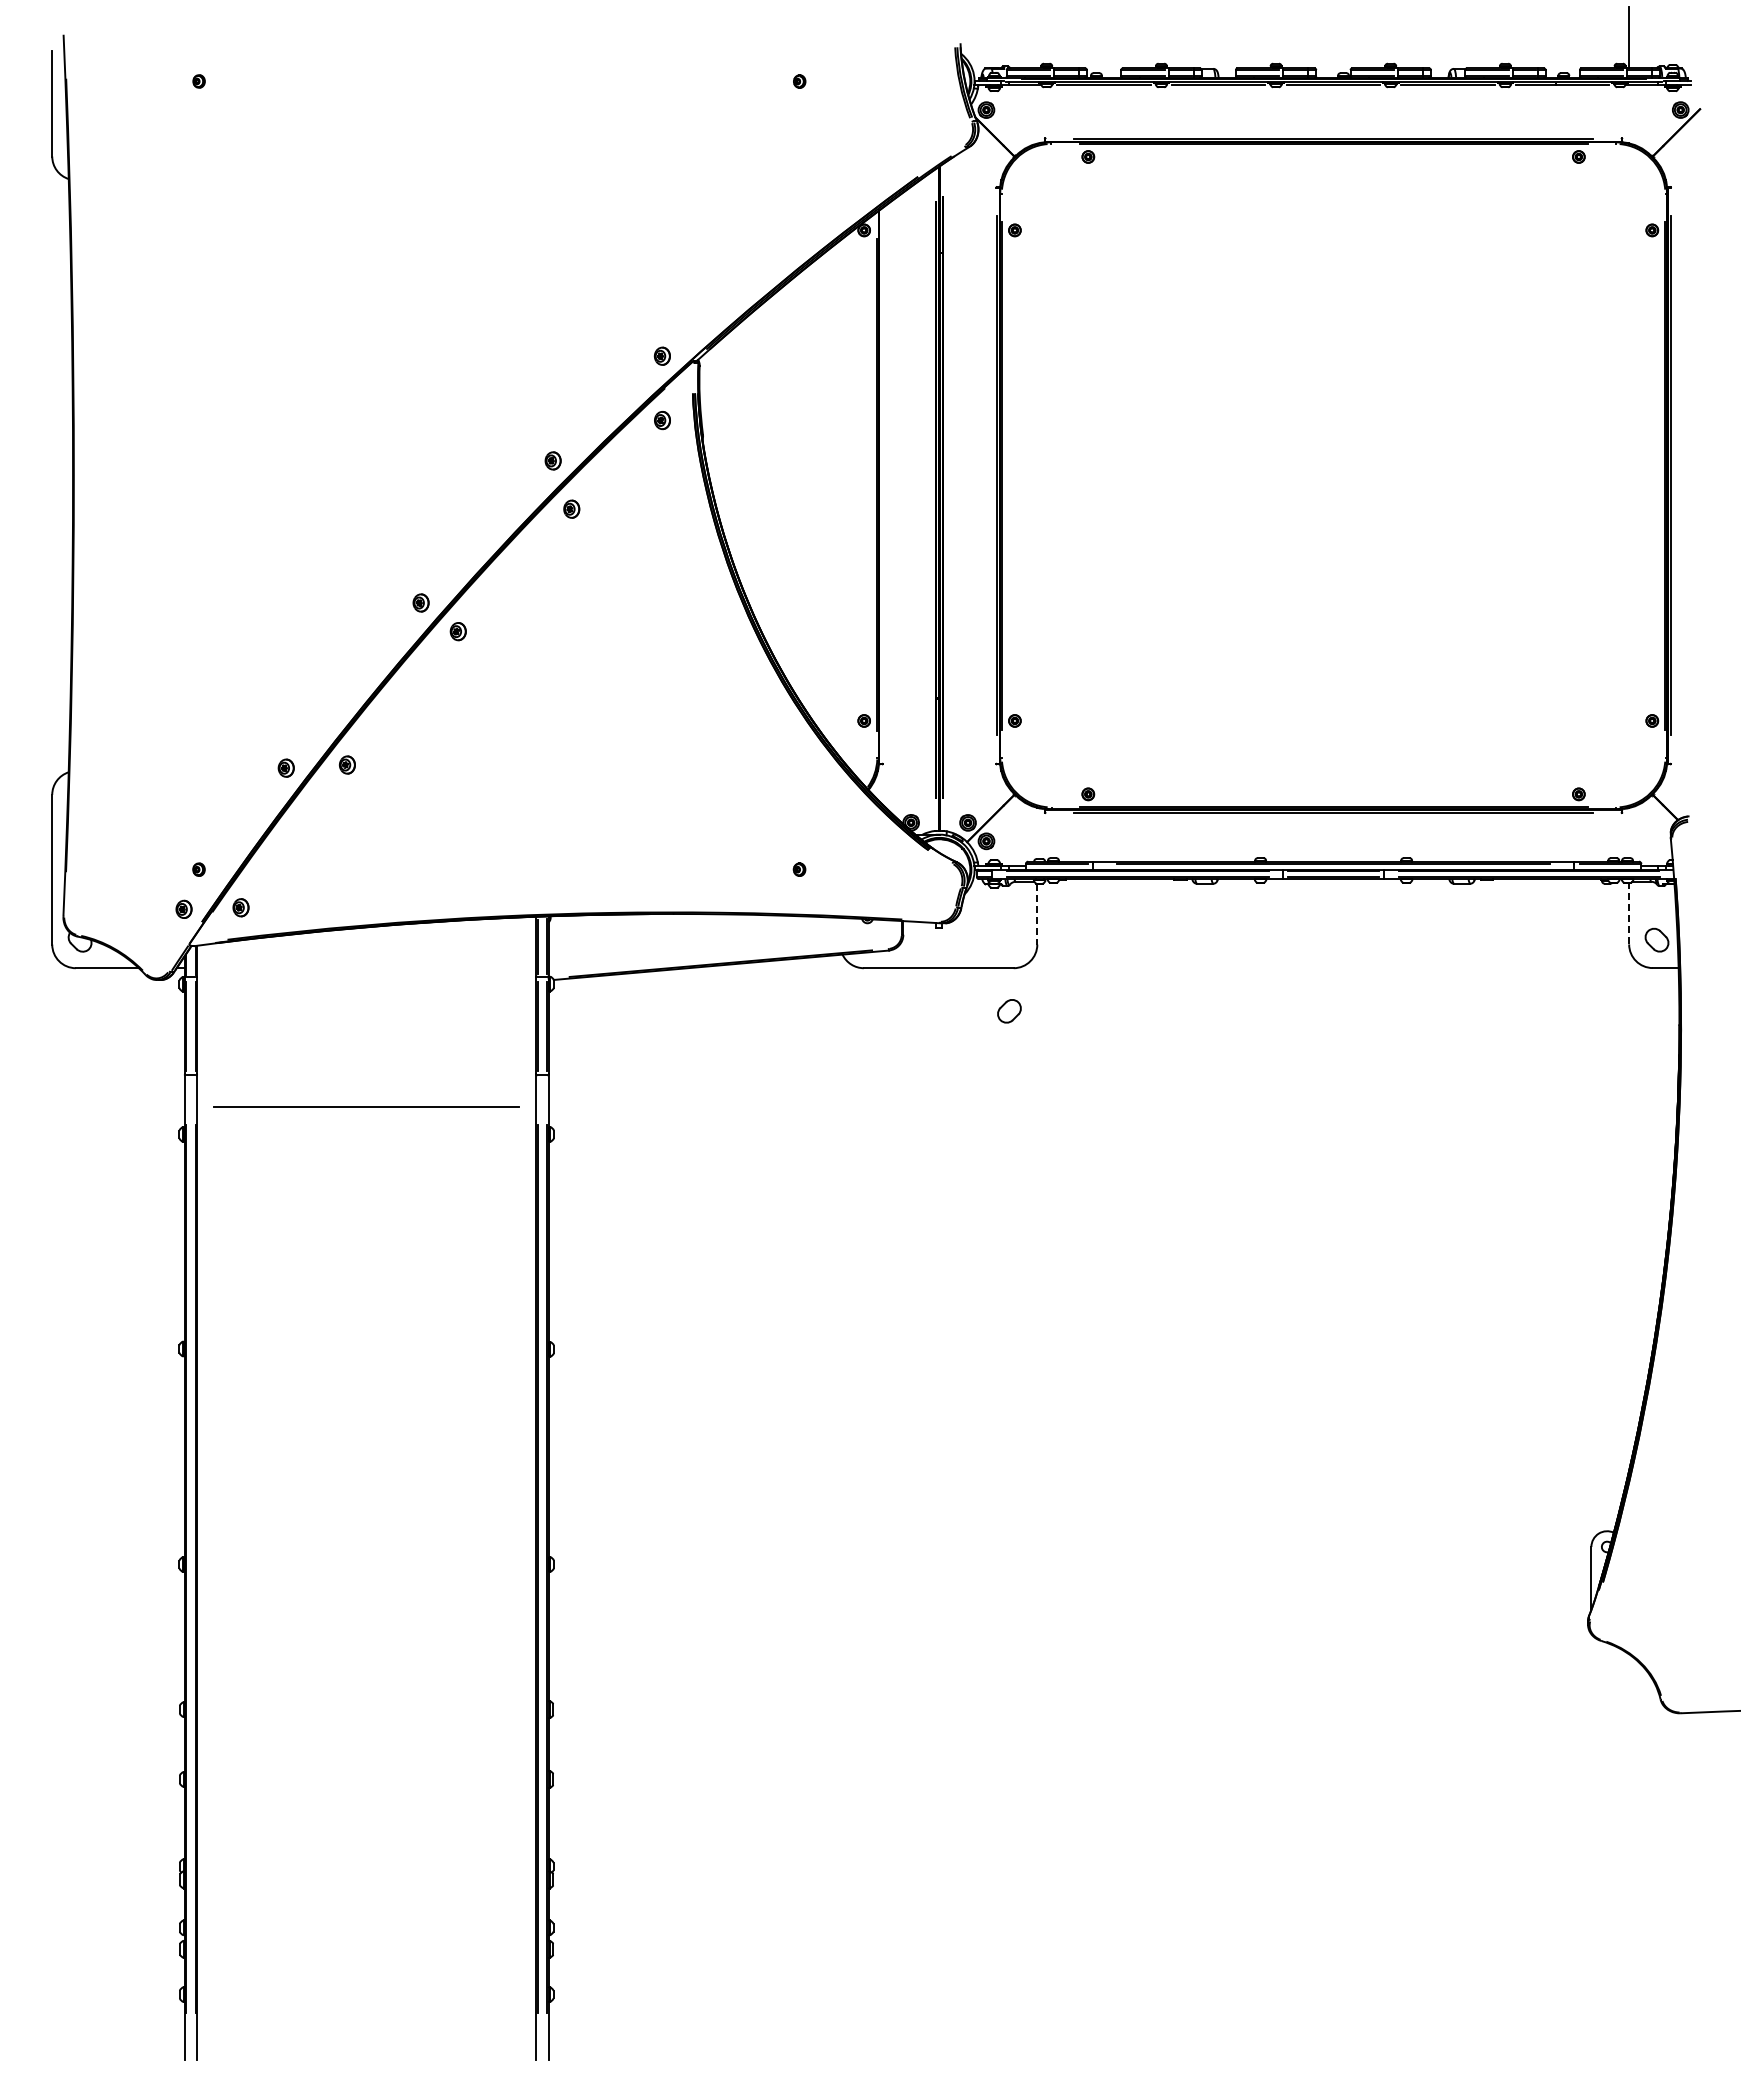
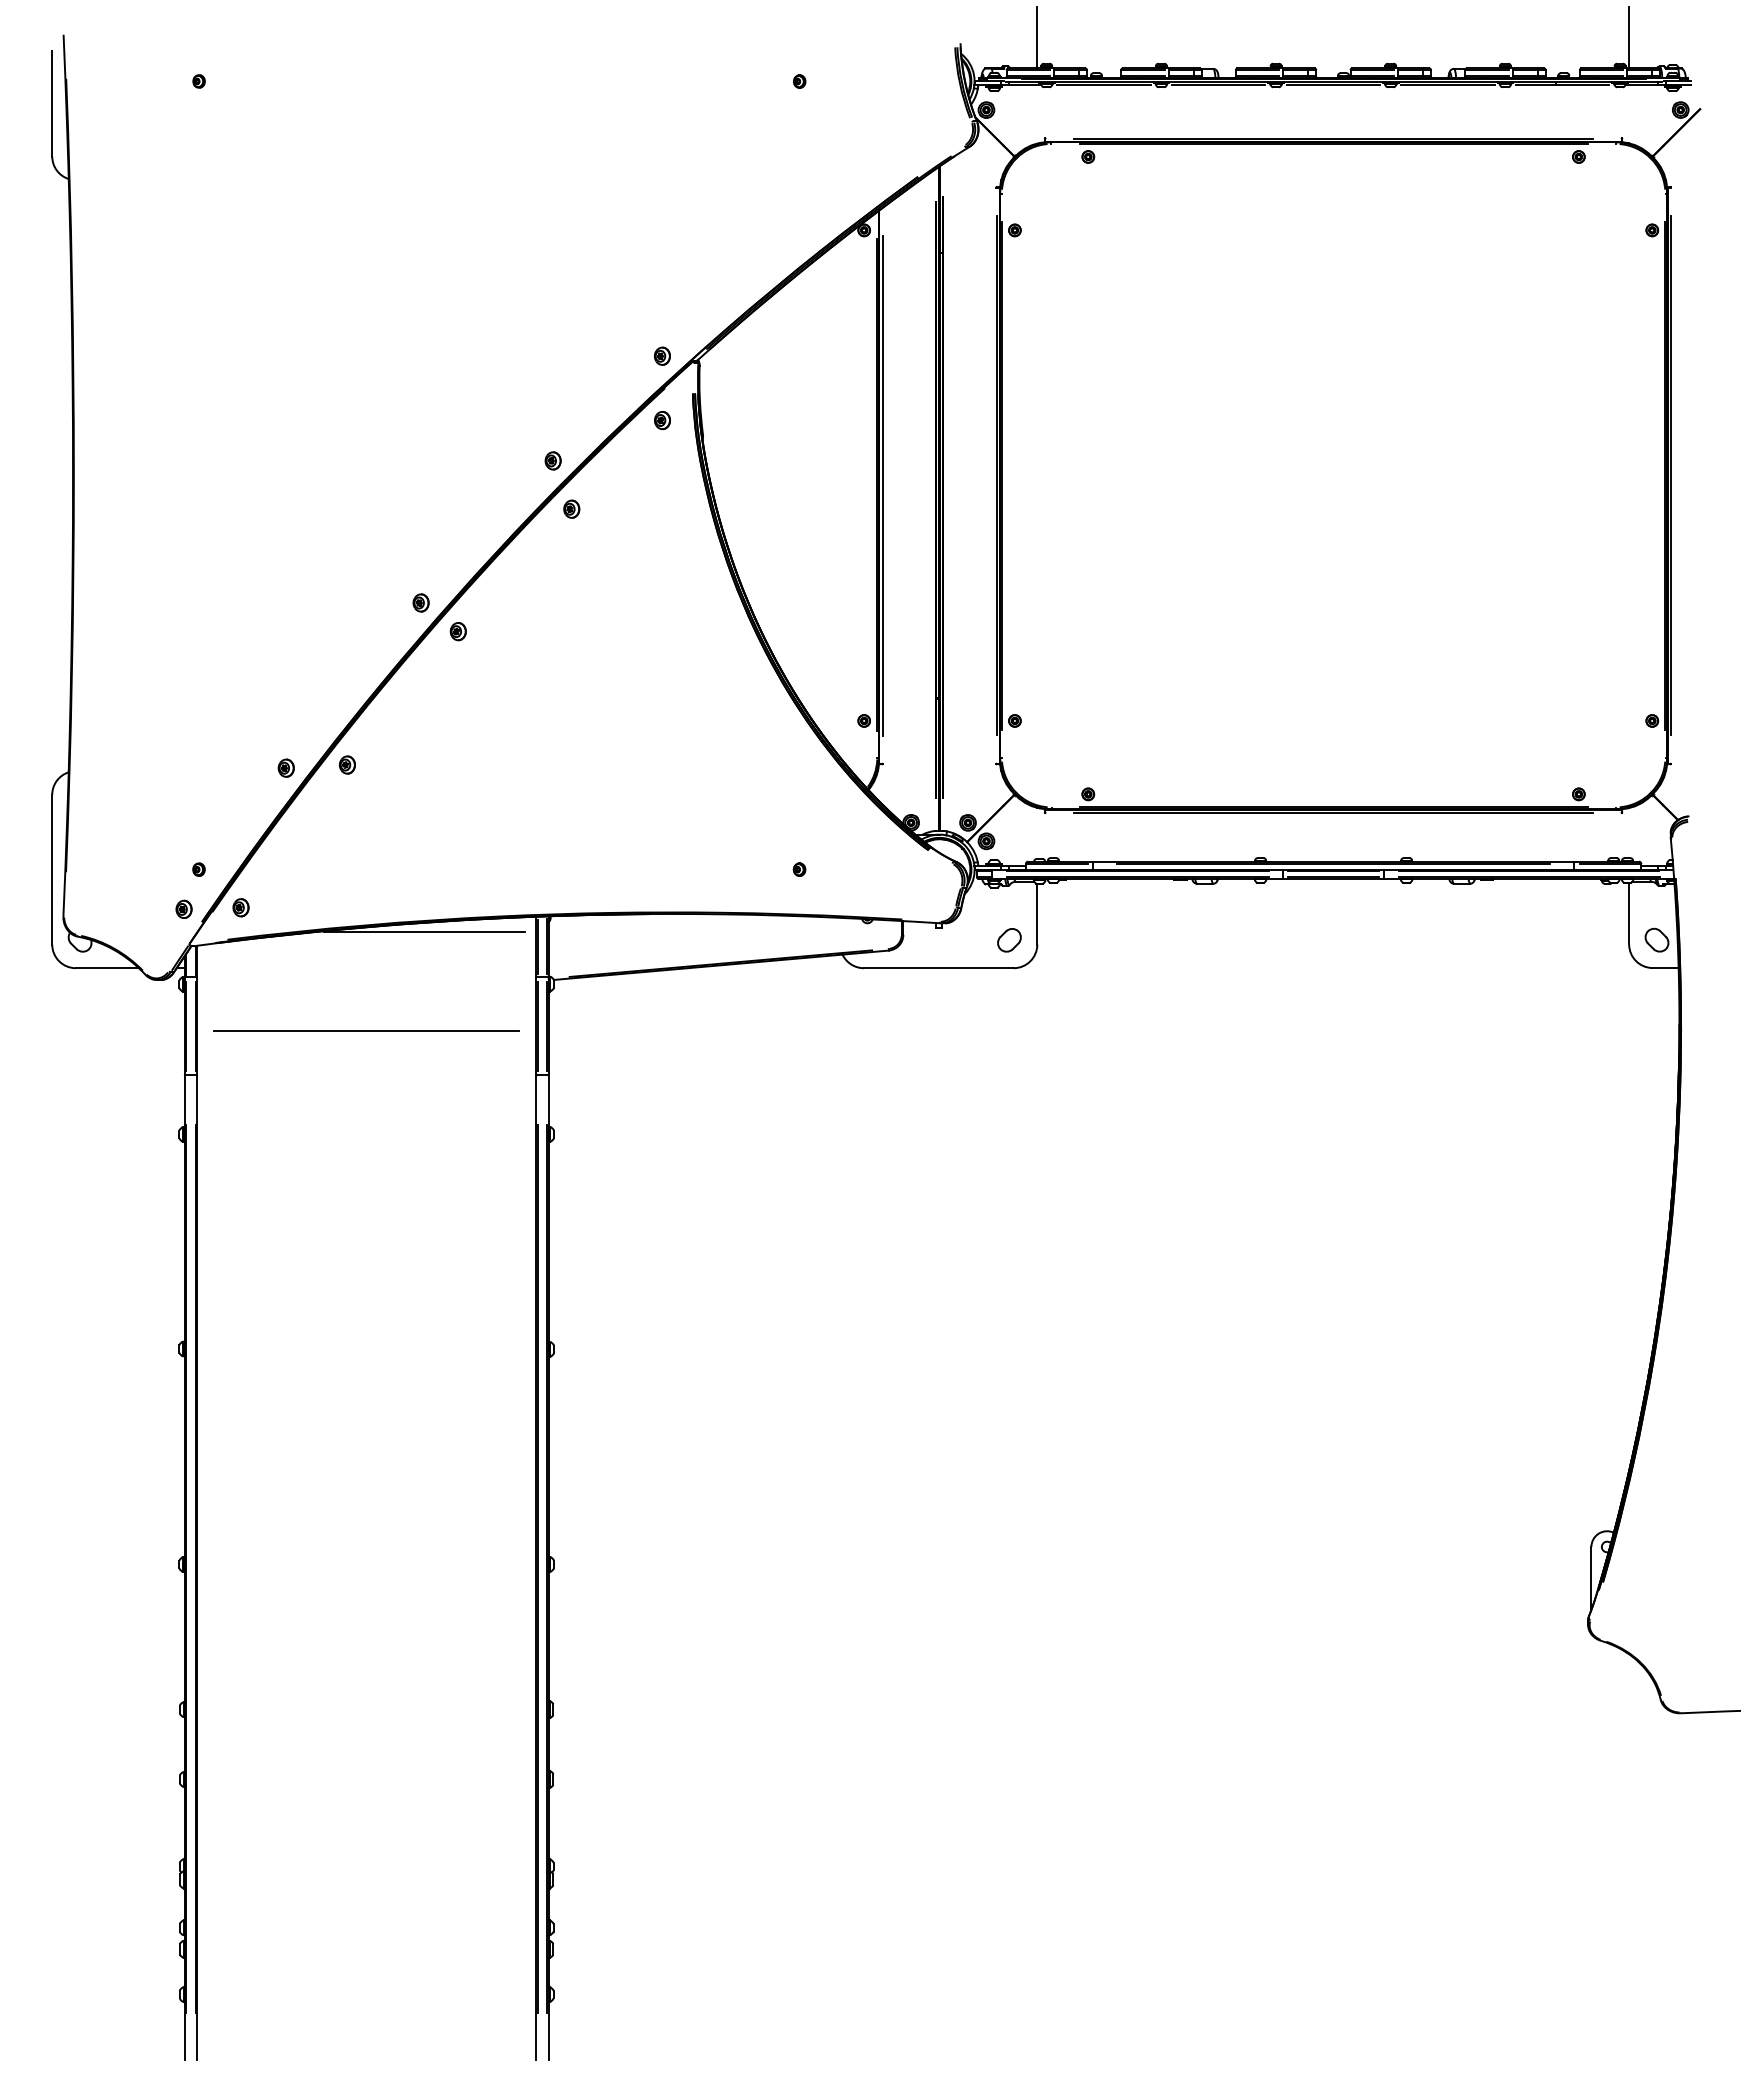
line at (1037, 37): none -> present
line at (882, 485): none -> present
line at (1629, 913): dashed -> solid
line at (1037, 914): dashed -> solid
line at (423, 932): none -> present
part at (1009, 1011) position: (1009, 1011) -> (1009, 940)
line at (366, 1106) position: (366, 1106) -> (366, 1030)
